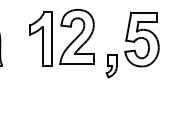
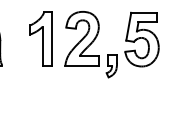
part at (76, 36) position: (76, 36) -> (81, 38)
